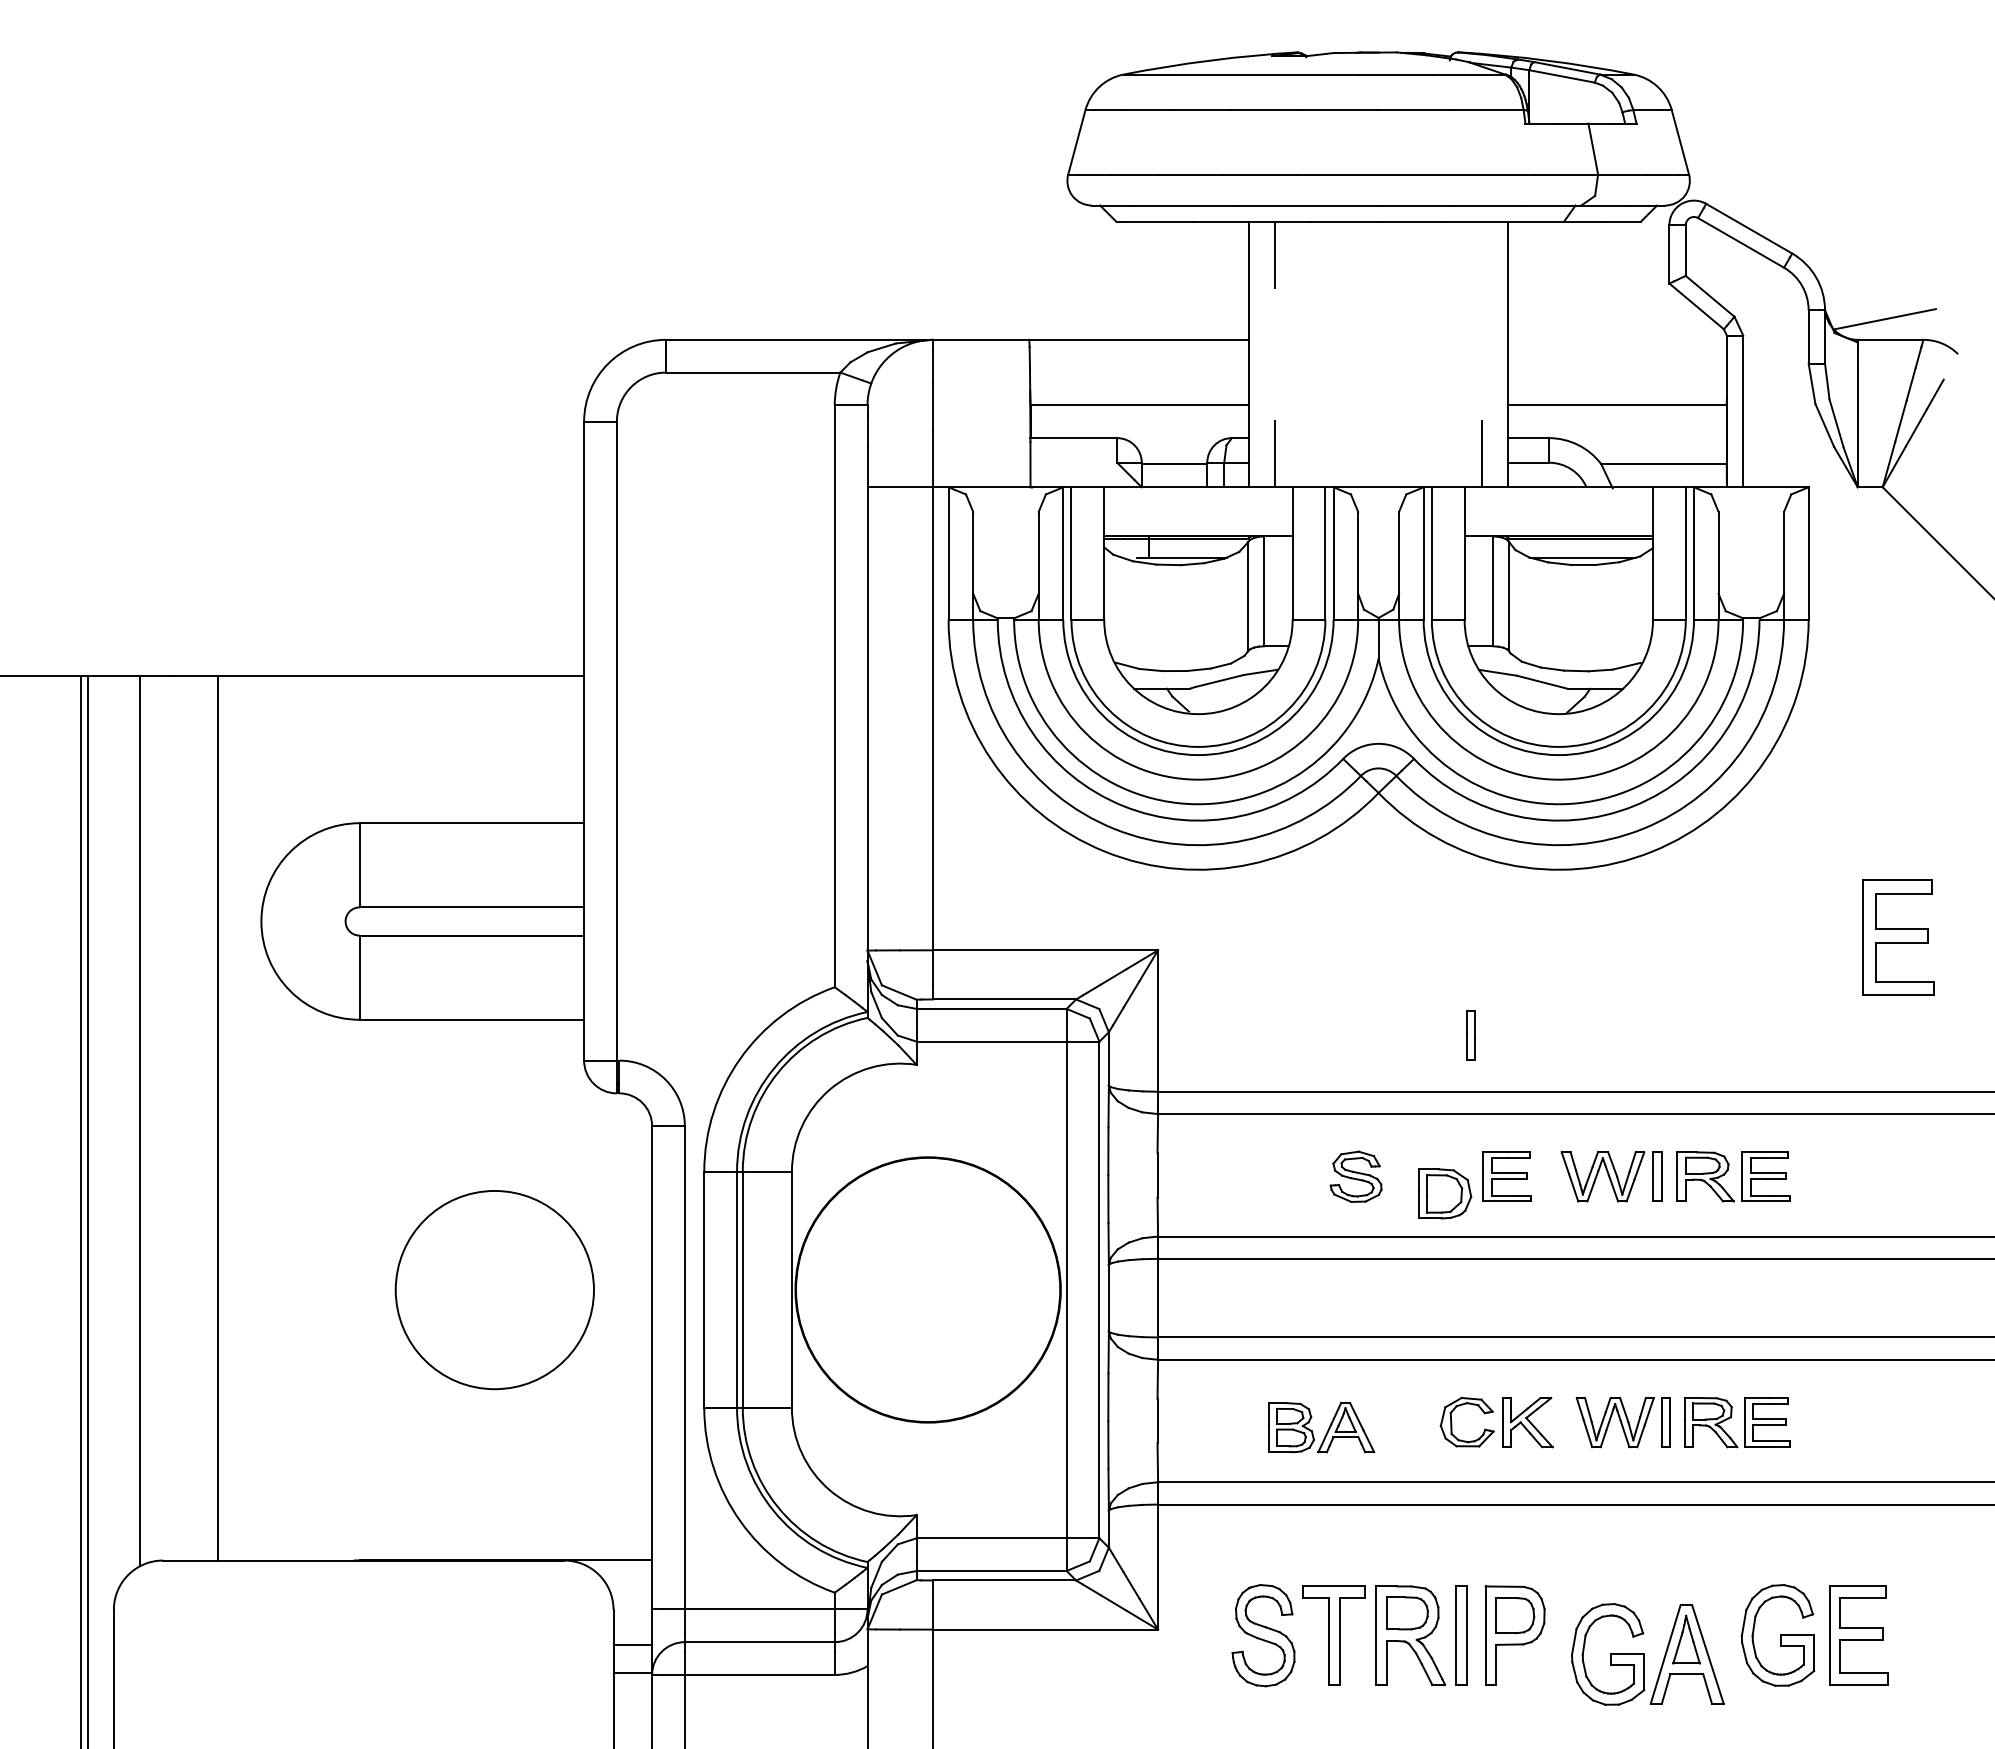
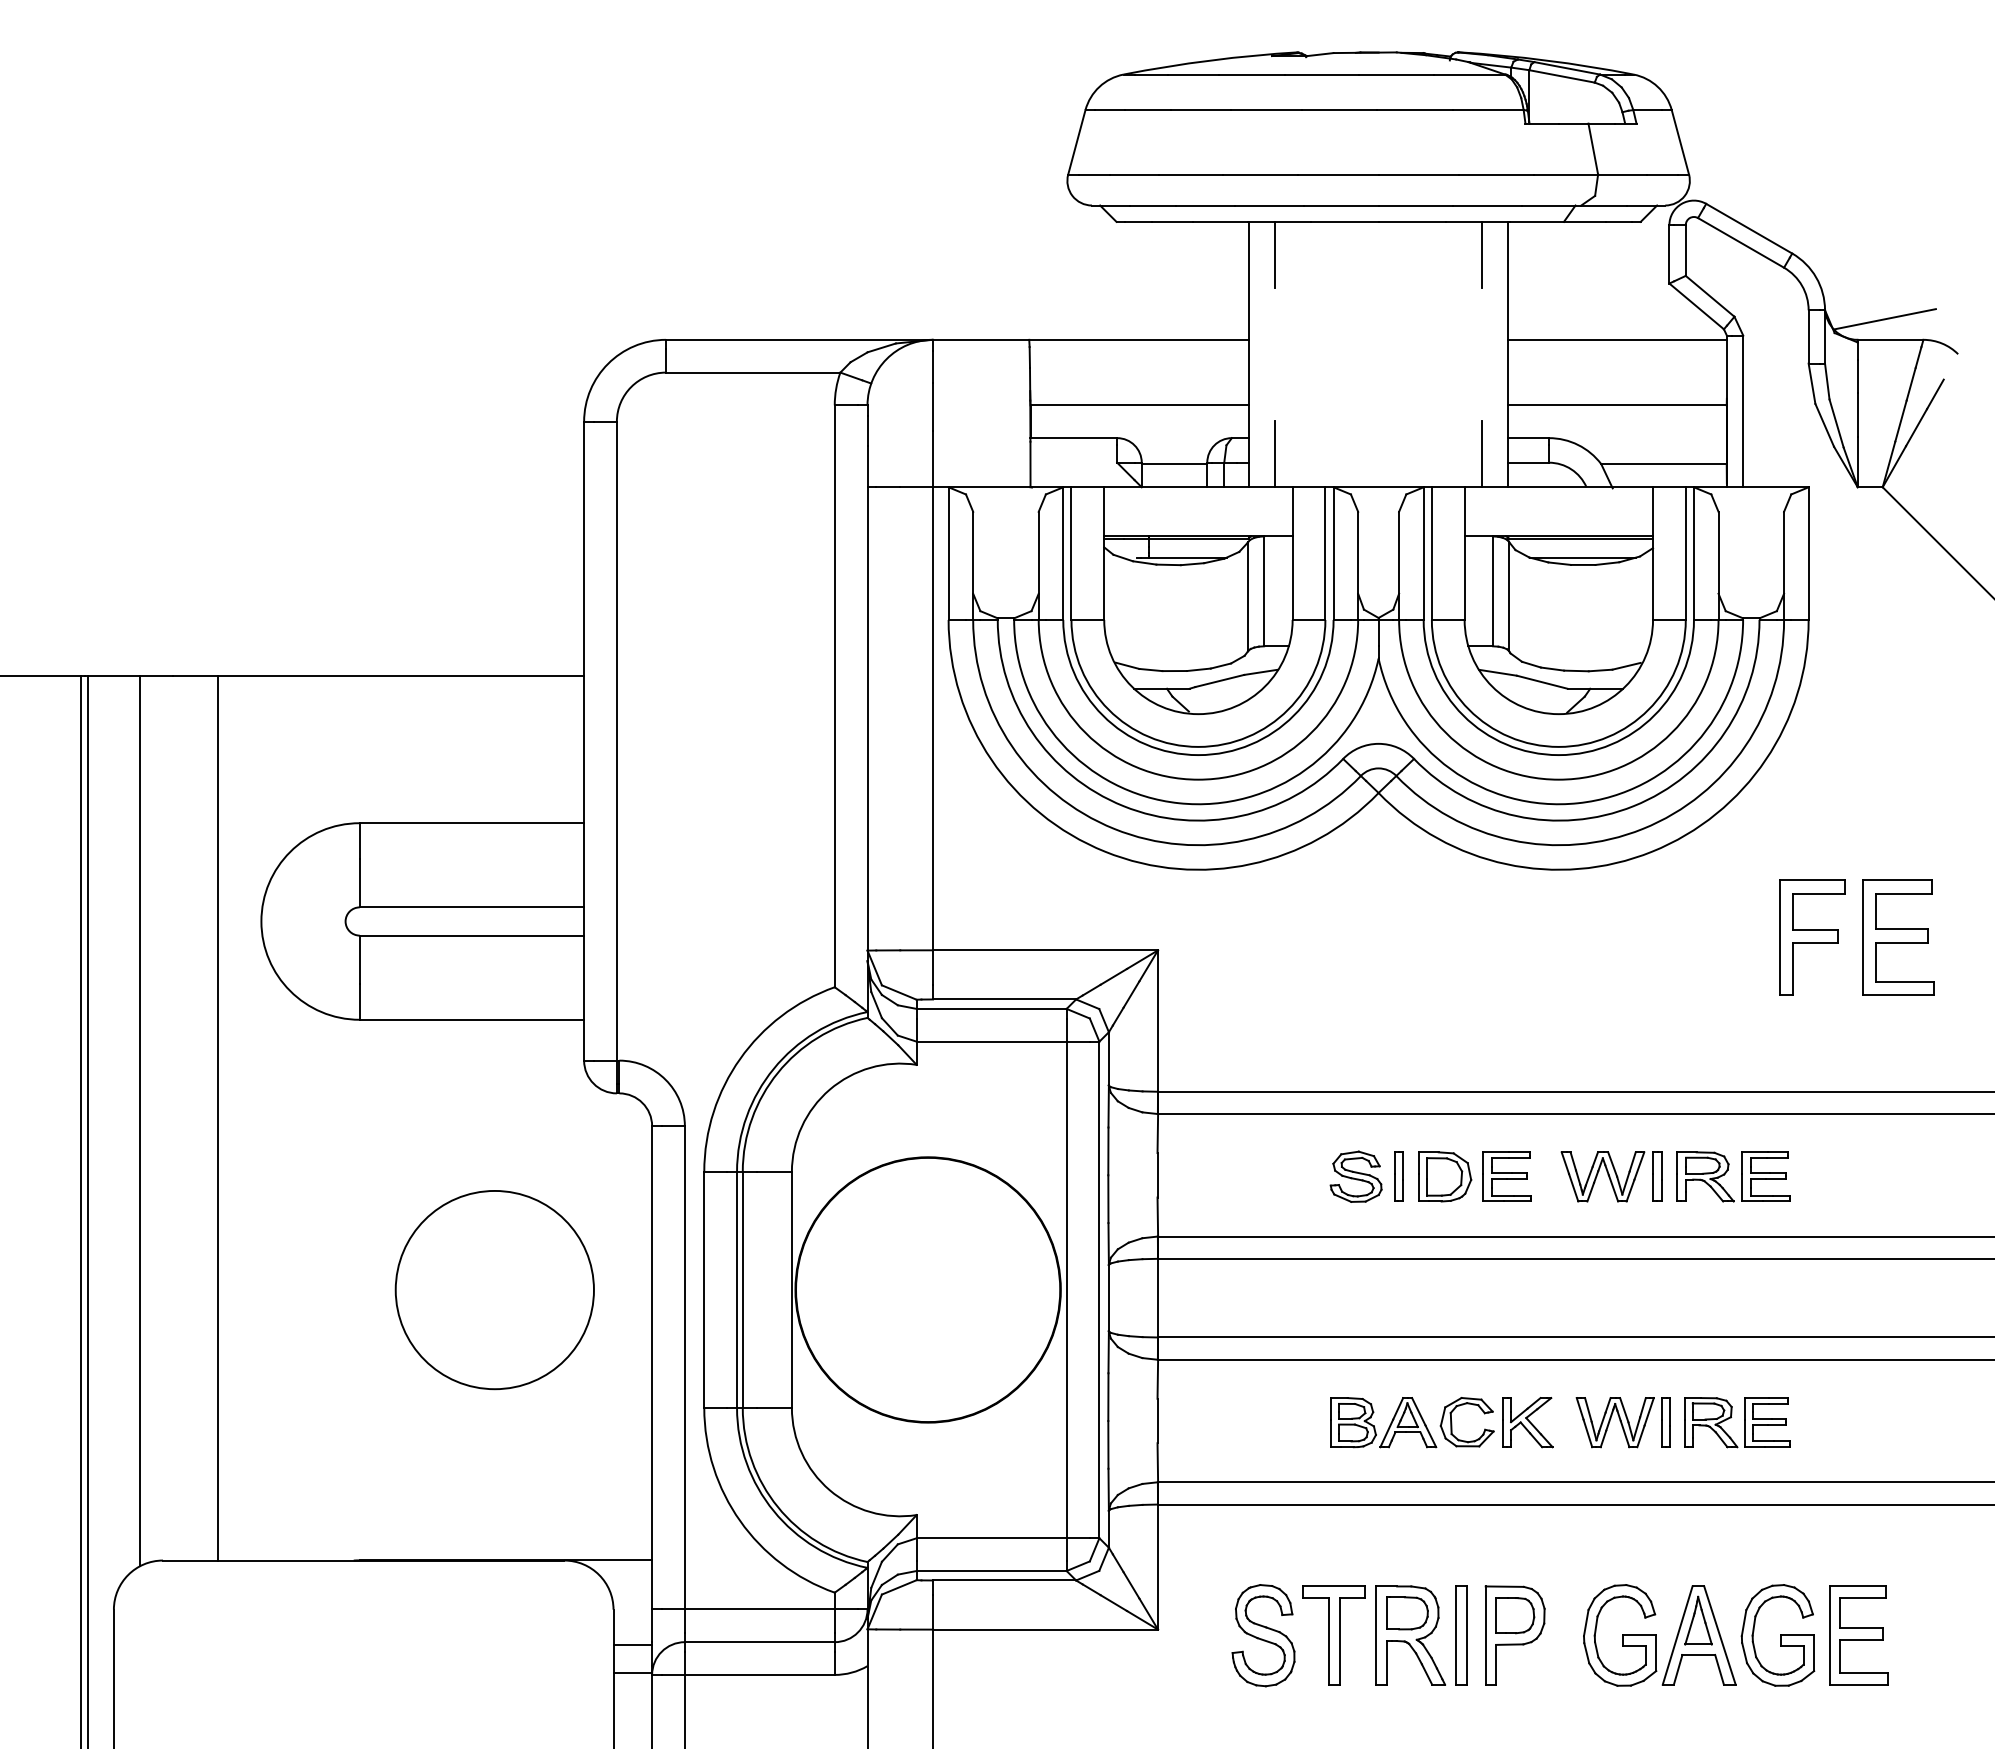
line at (1482, 254): none -> present
line at (1617, 339): none -> present
part at (1812, 937): none -> present
part at (1470, 1035) position: (1470, 1035) -> (1398, 1176)
part at (1445, 1193) position: (1445, 1193) -> (1445, 1176)
part at (1327, 1429) position: (1327, 1429) -> (1389, 1424)
part at (1647, 1654) position: (1647, 1654) -> (1659, 1635)
